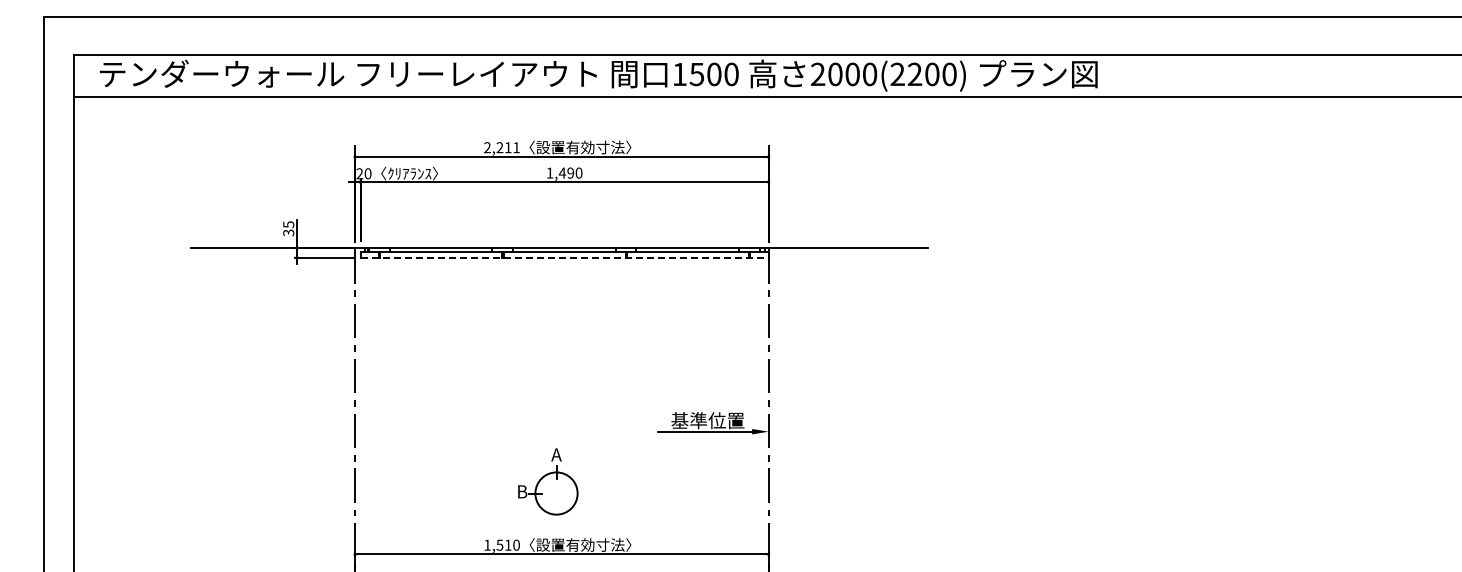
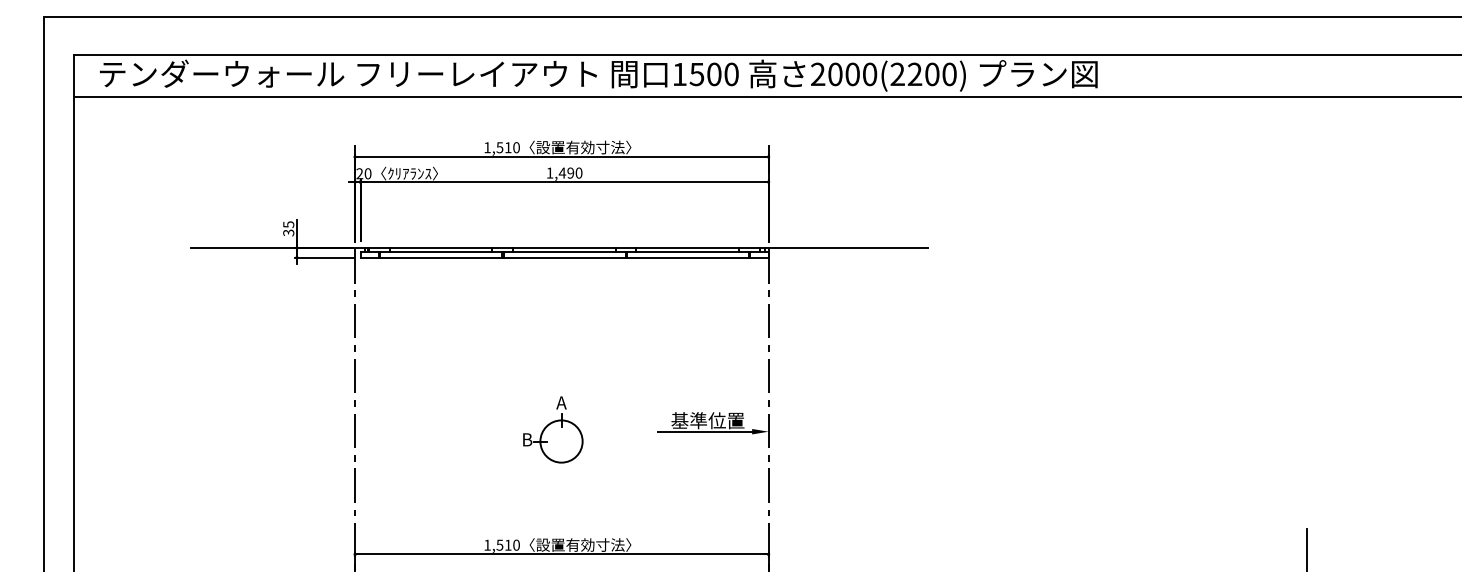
text at (501, 147): 2,211 -> 1,510
line at (564, 257): dashed -> solid
part at (548, 481) position: (548, 481) -> (553, 429)
line at (1306, 548): none -> present
